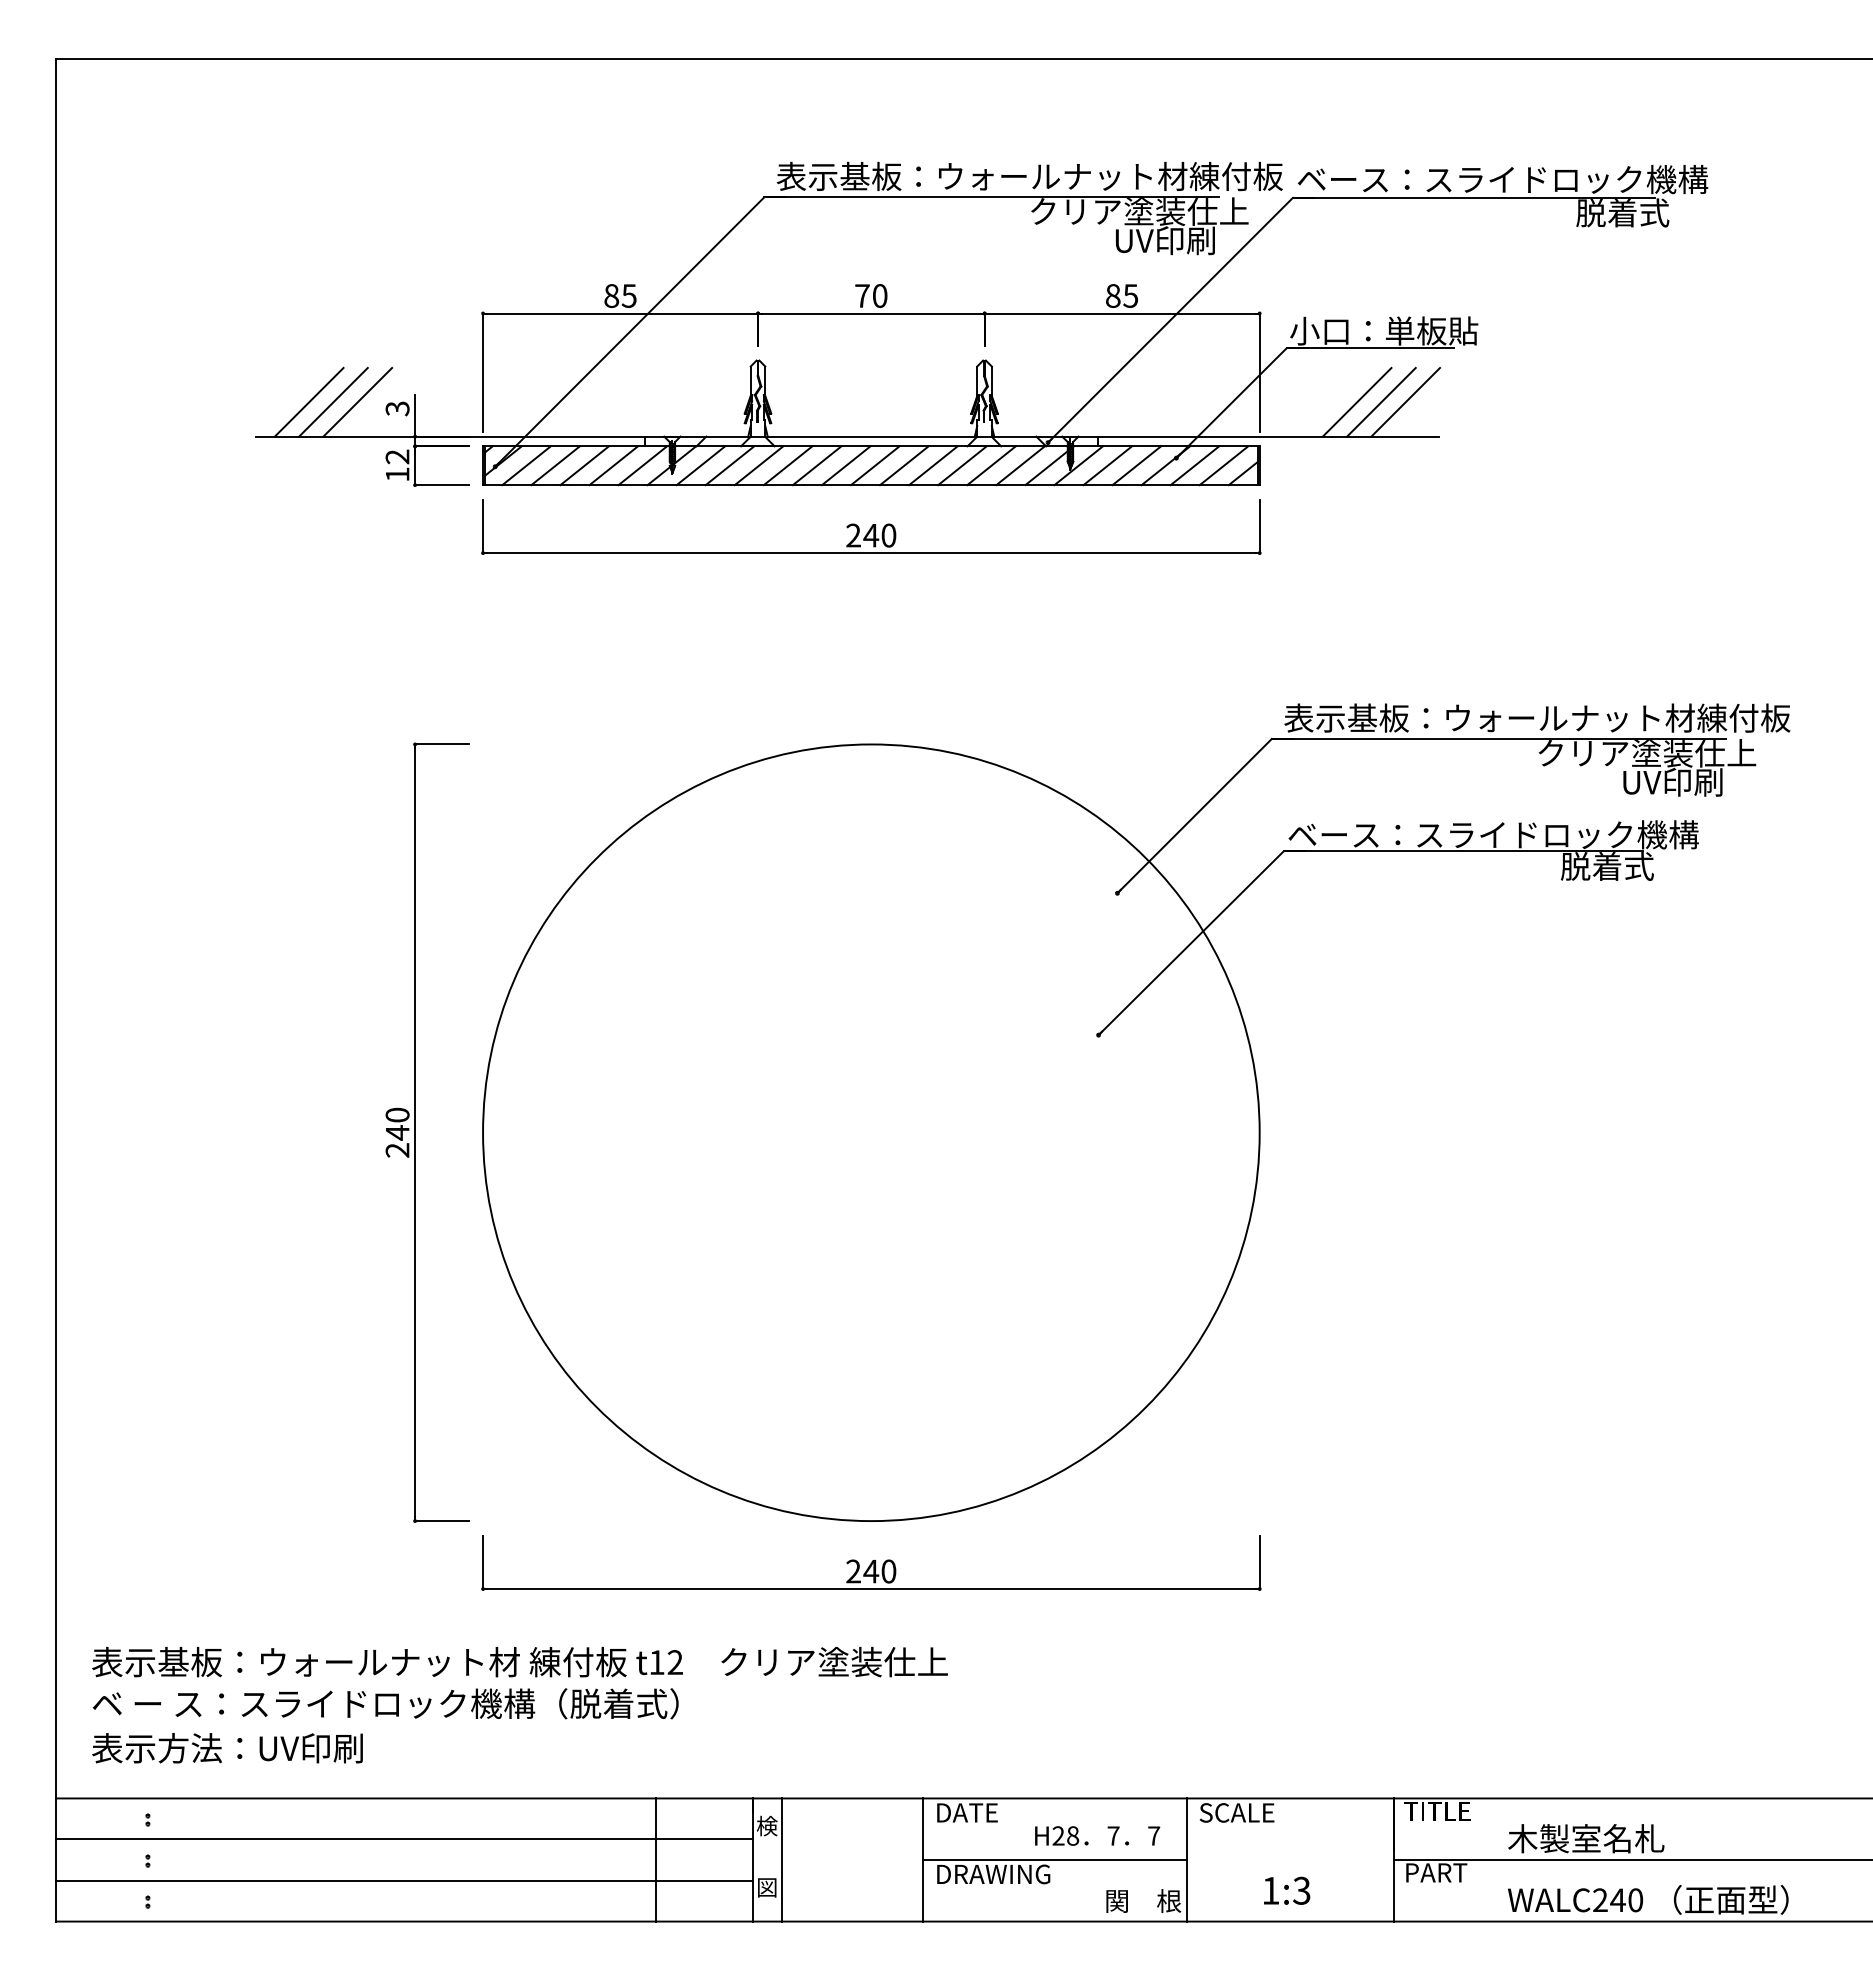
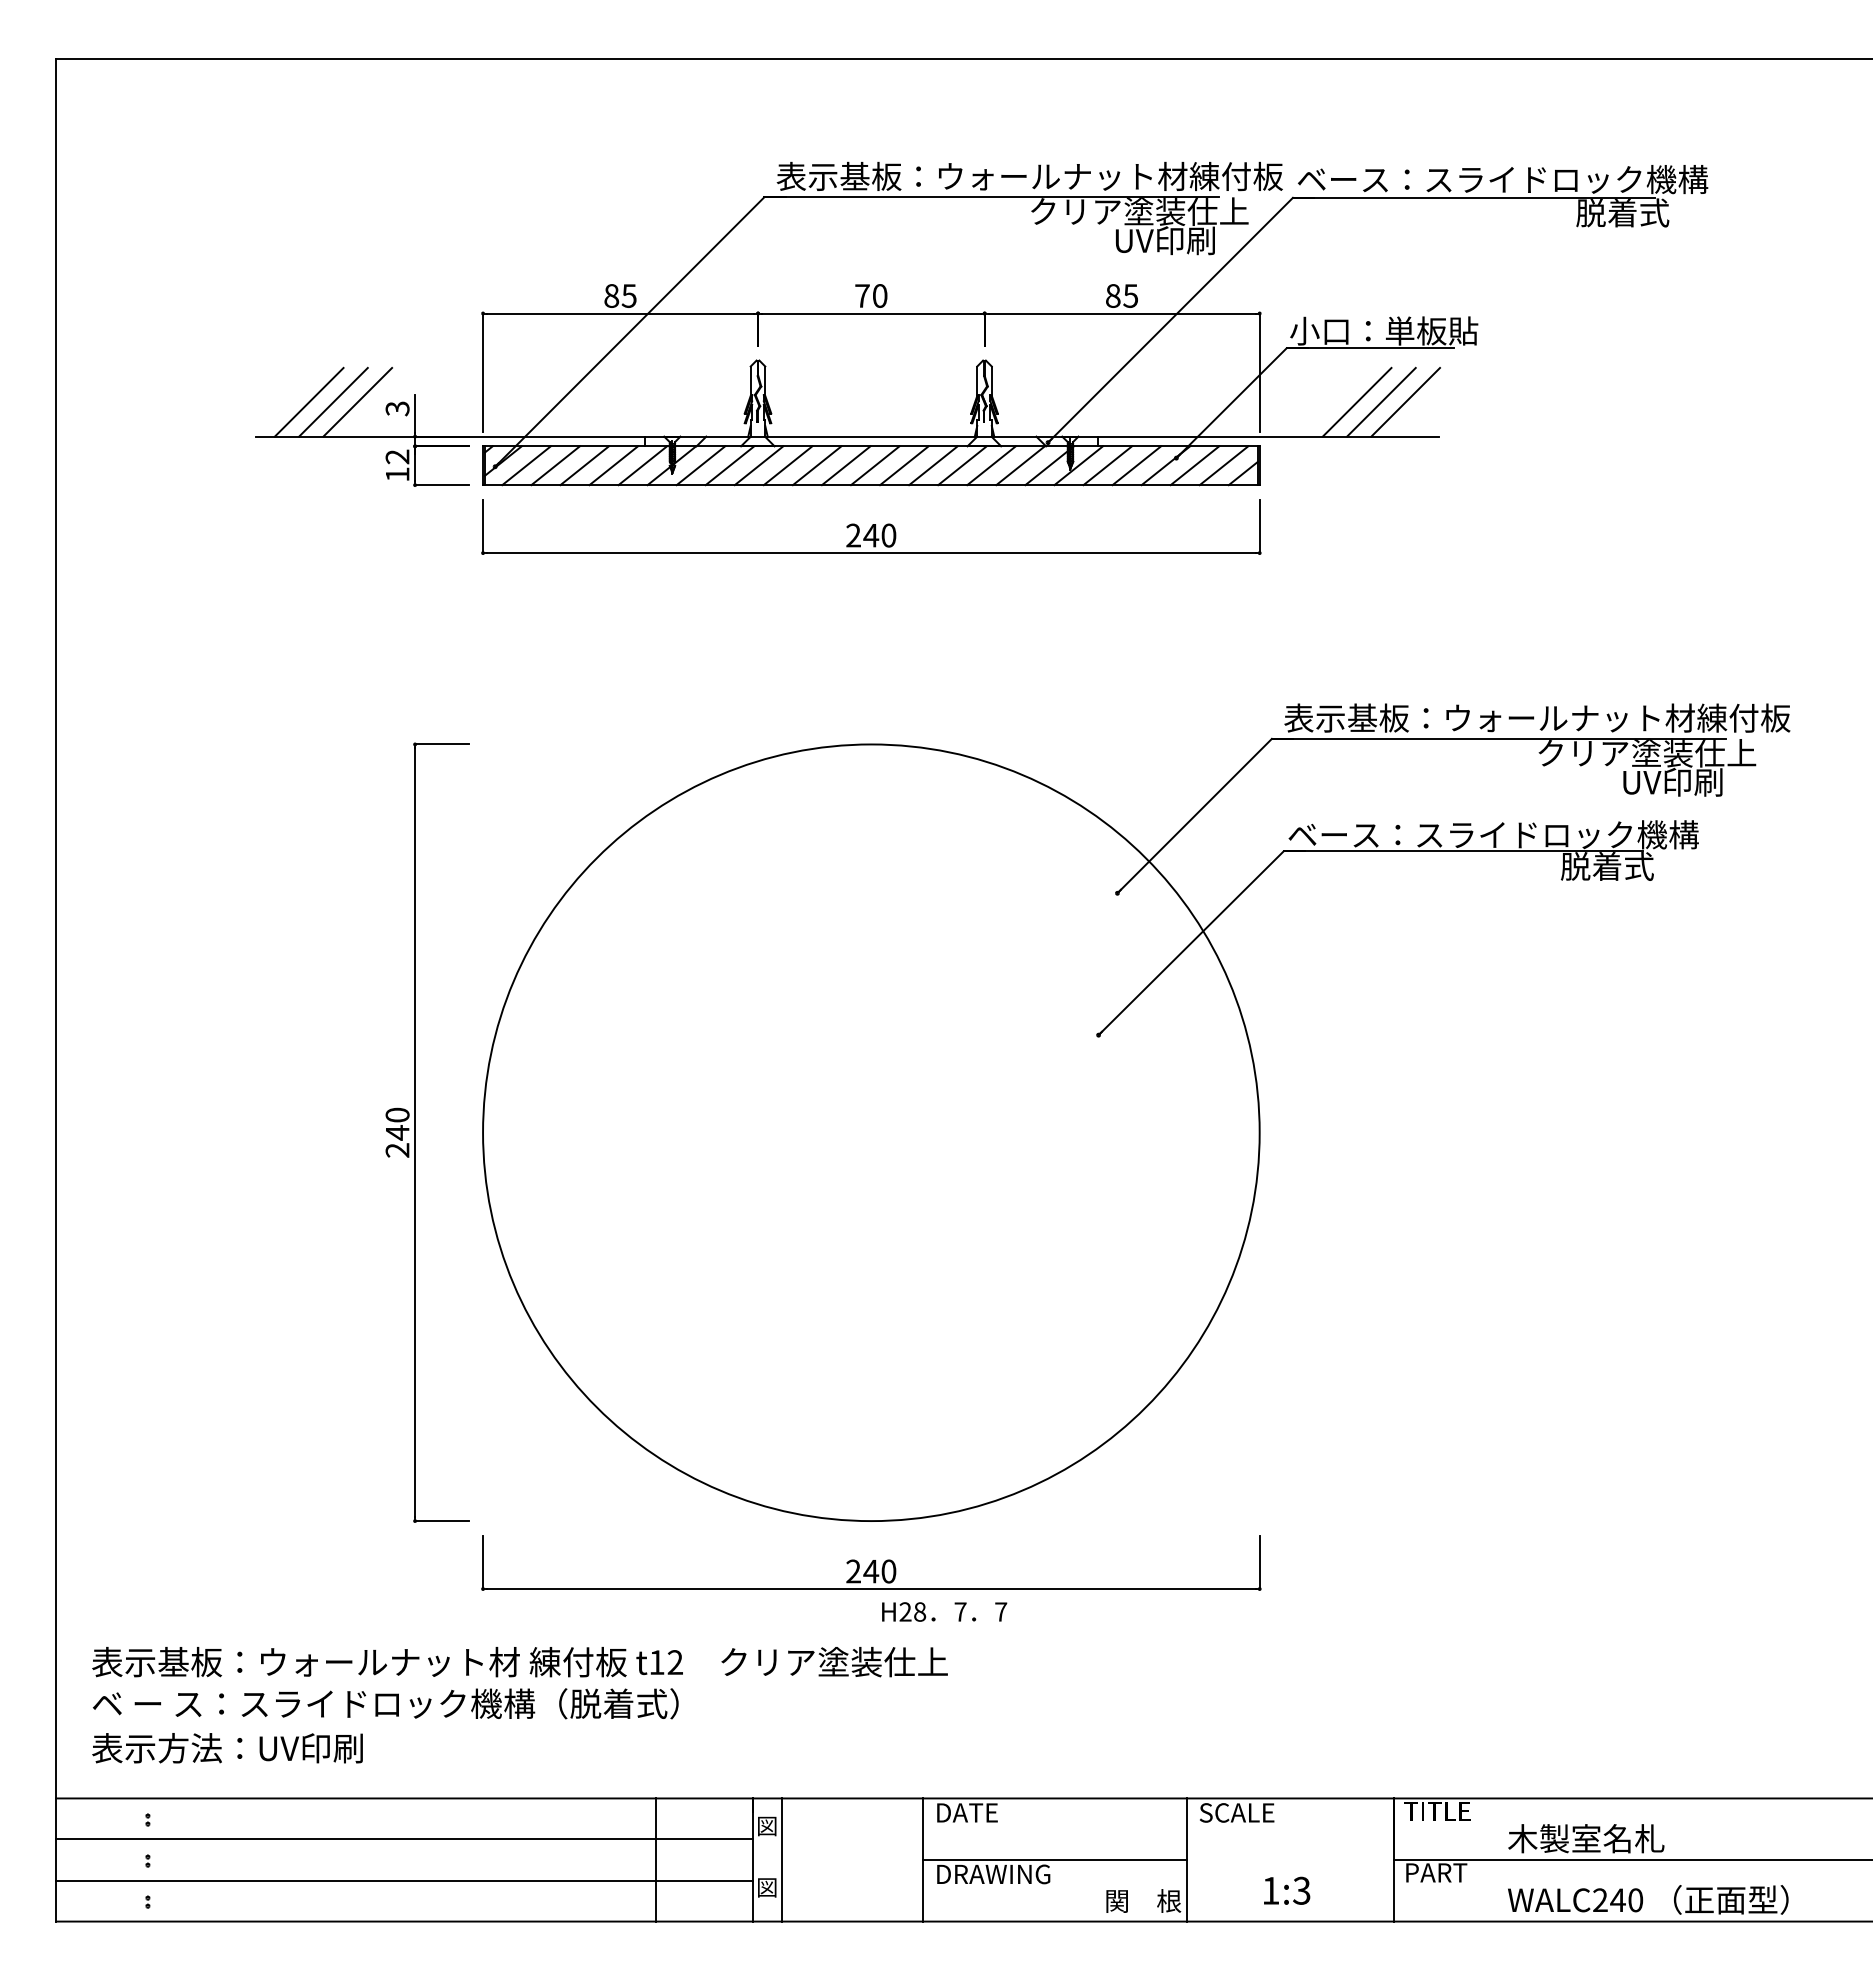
text at (766, 1825): 検 -> 図
text at (1097, 1835) position: (1097, 1835) -> (944, 1611)
